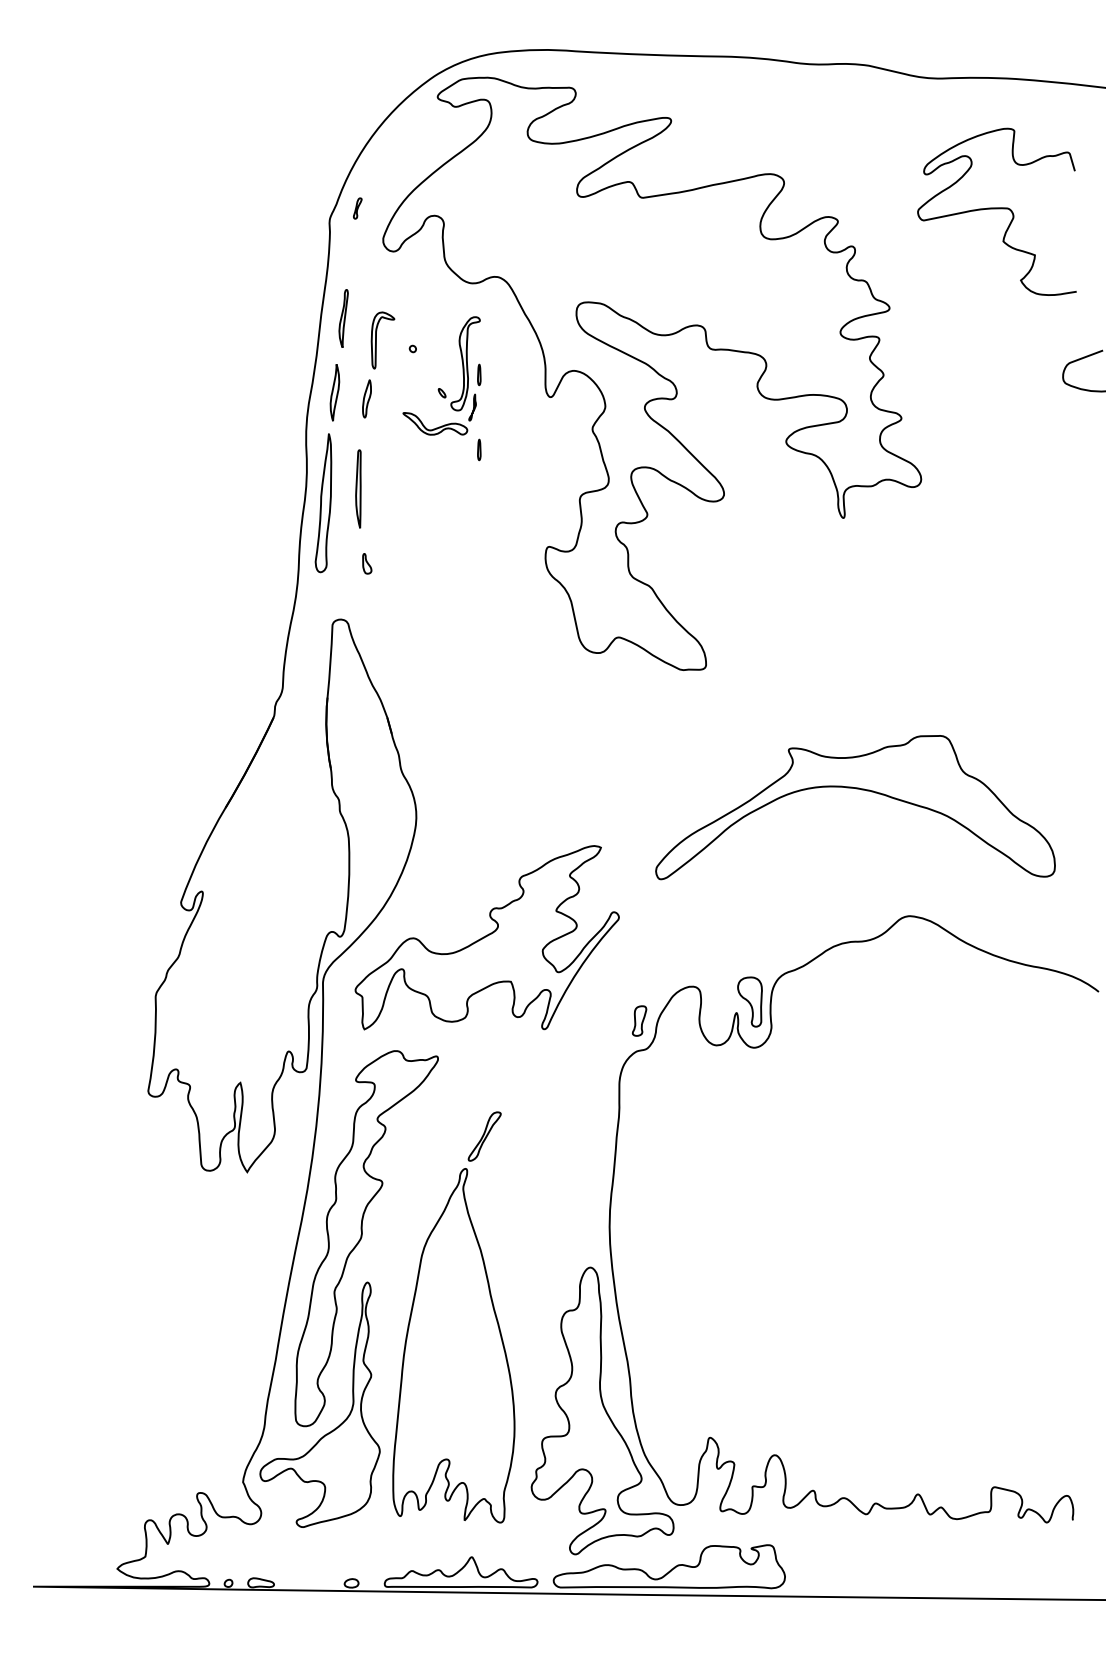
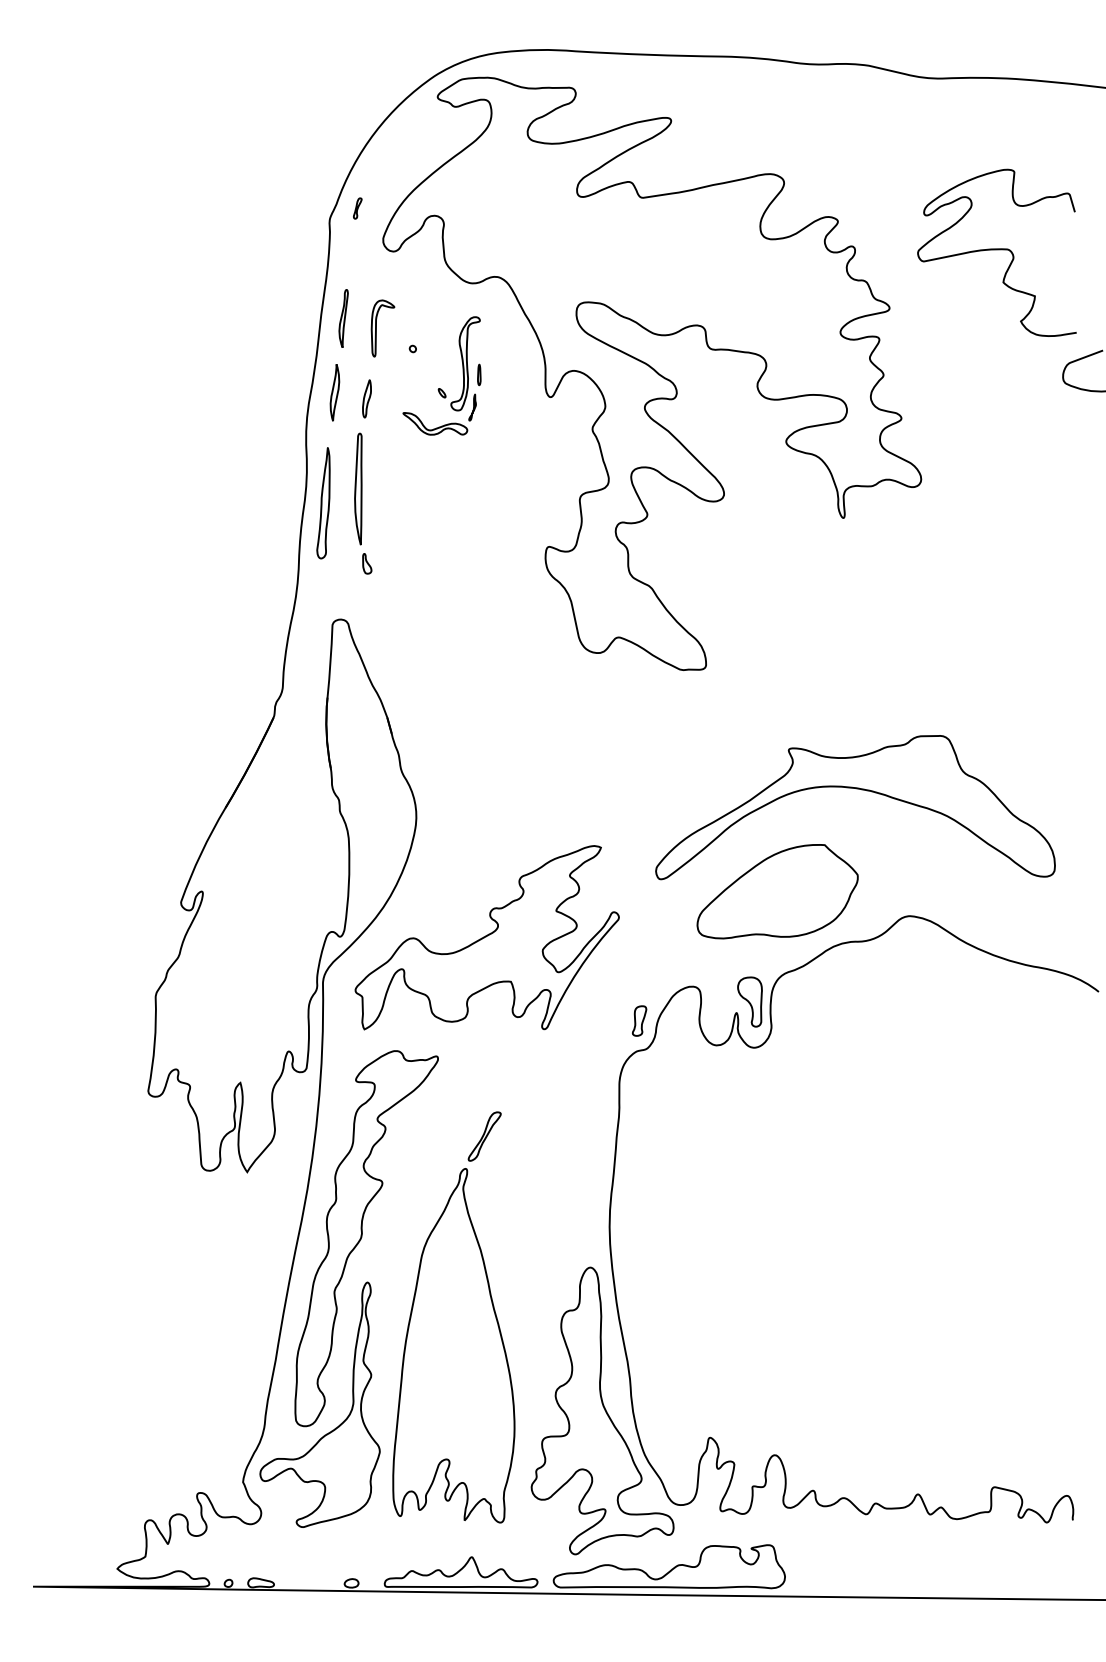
curve at (996, 209) position: (996, 209) -> (996, 250)
part at (382, 340) position: (382, 340) -> (382, 328)
line at (479, 449): present -> none
part at (358, 488) size: 7x80 px -> 9x114 px
part at (323, 503) size: 19x141 px -> 15x113 px
part at (777, 891): none -> present
